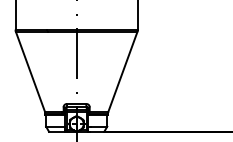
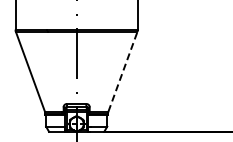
line at (123, 71): solid -> dashed
